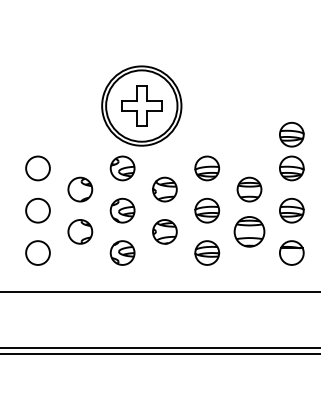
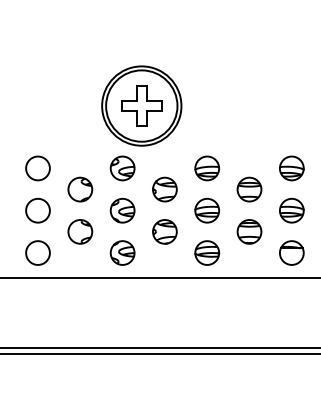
part at (291, 134): present -> none
part at (249, 231) size: 33x32 px -> 27x26 px
line at (159, 291) position: (159, 291) -> (159, 277)
